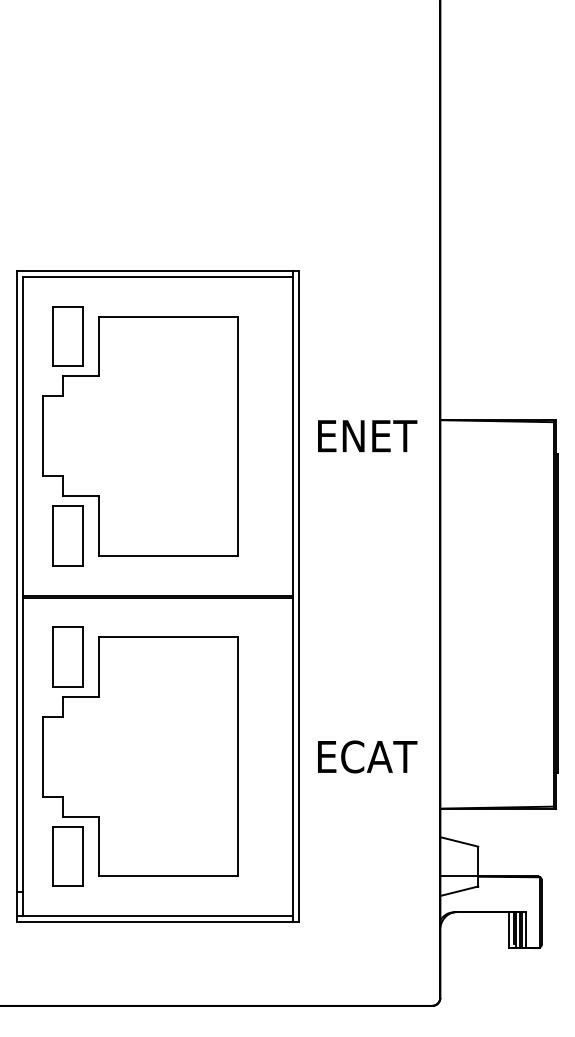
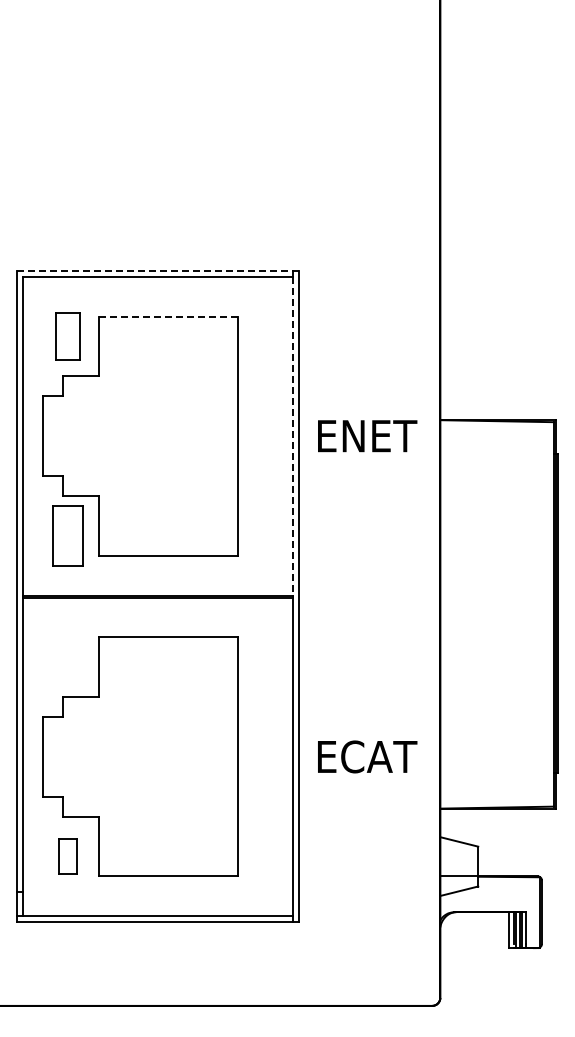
line at (158, 270): solid -> dashed
line at (168, 316): solid -> dashed
part at (67, 336) size: 32x61 px -> 26x49 px
line at (292, 436): solid -> dashed
part at (67, 656): present -> none
part at (67, 856) size: 32x61 px -> 20x37 px
